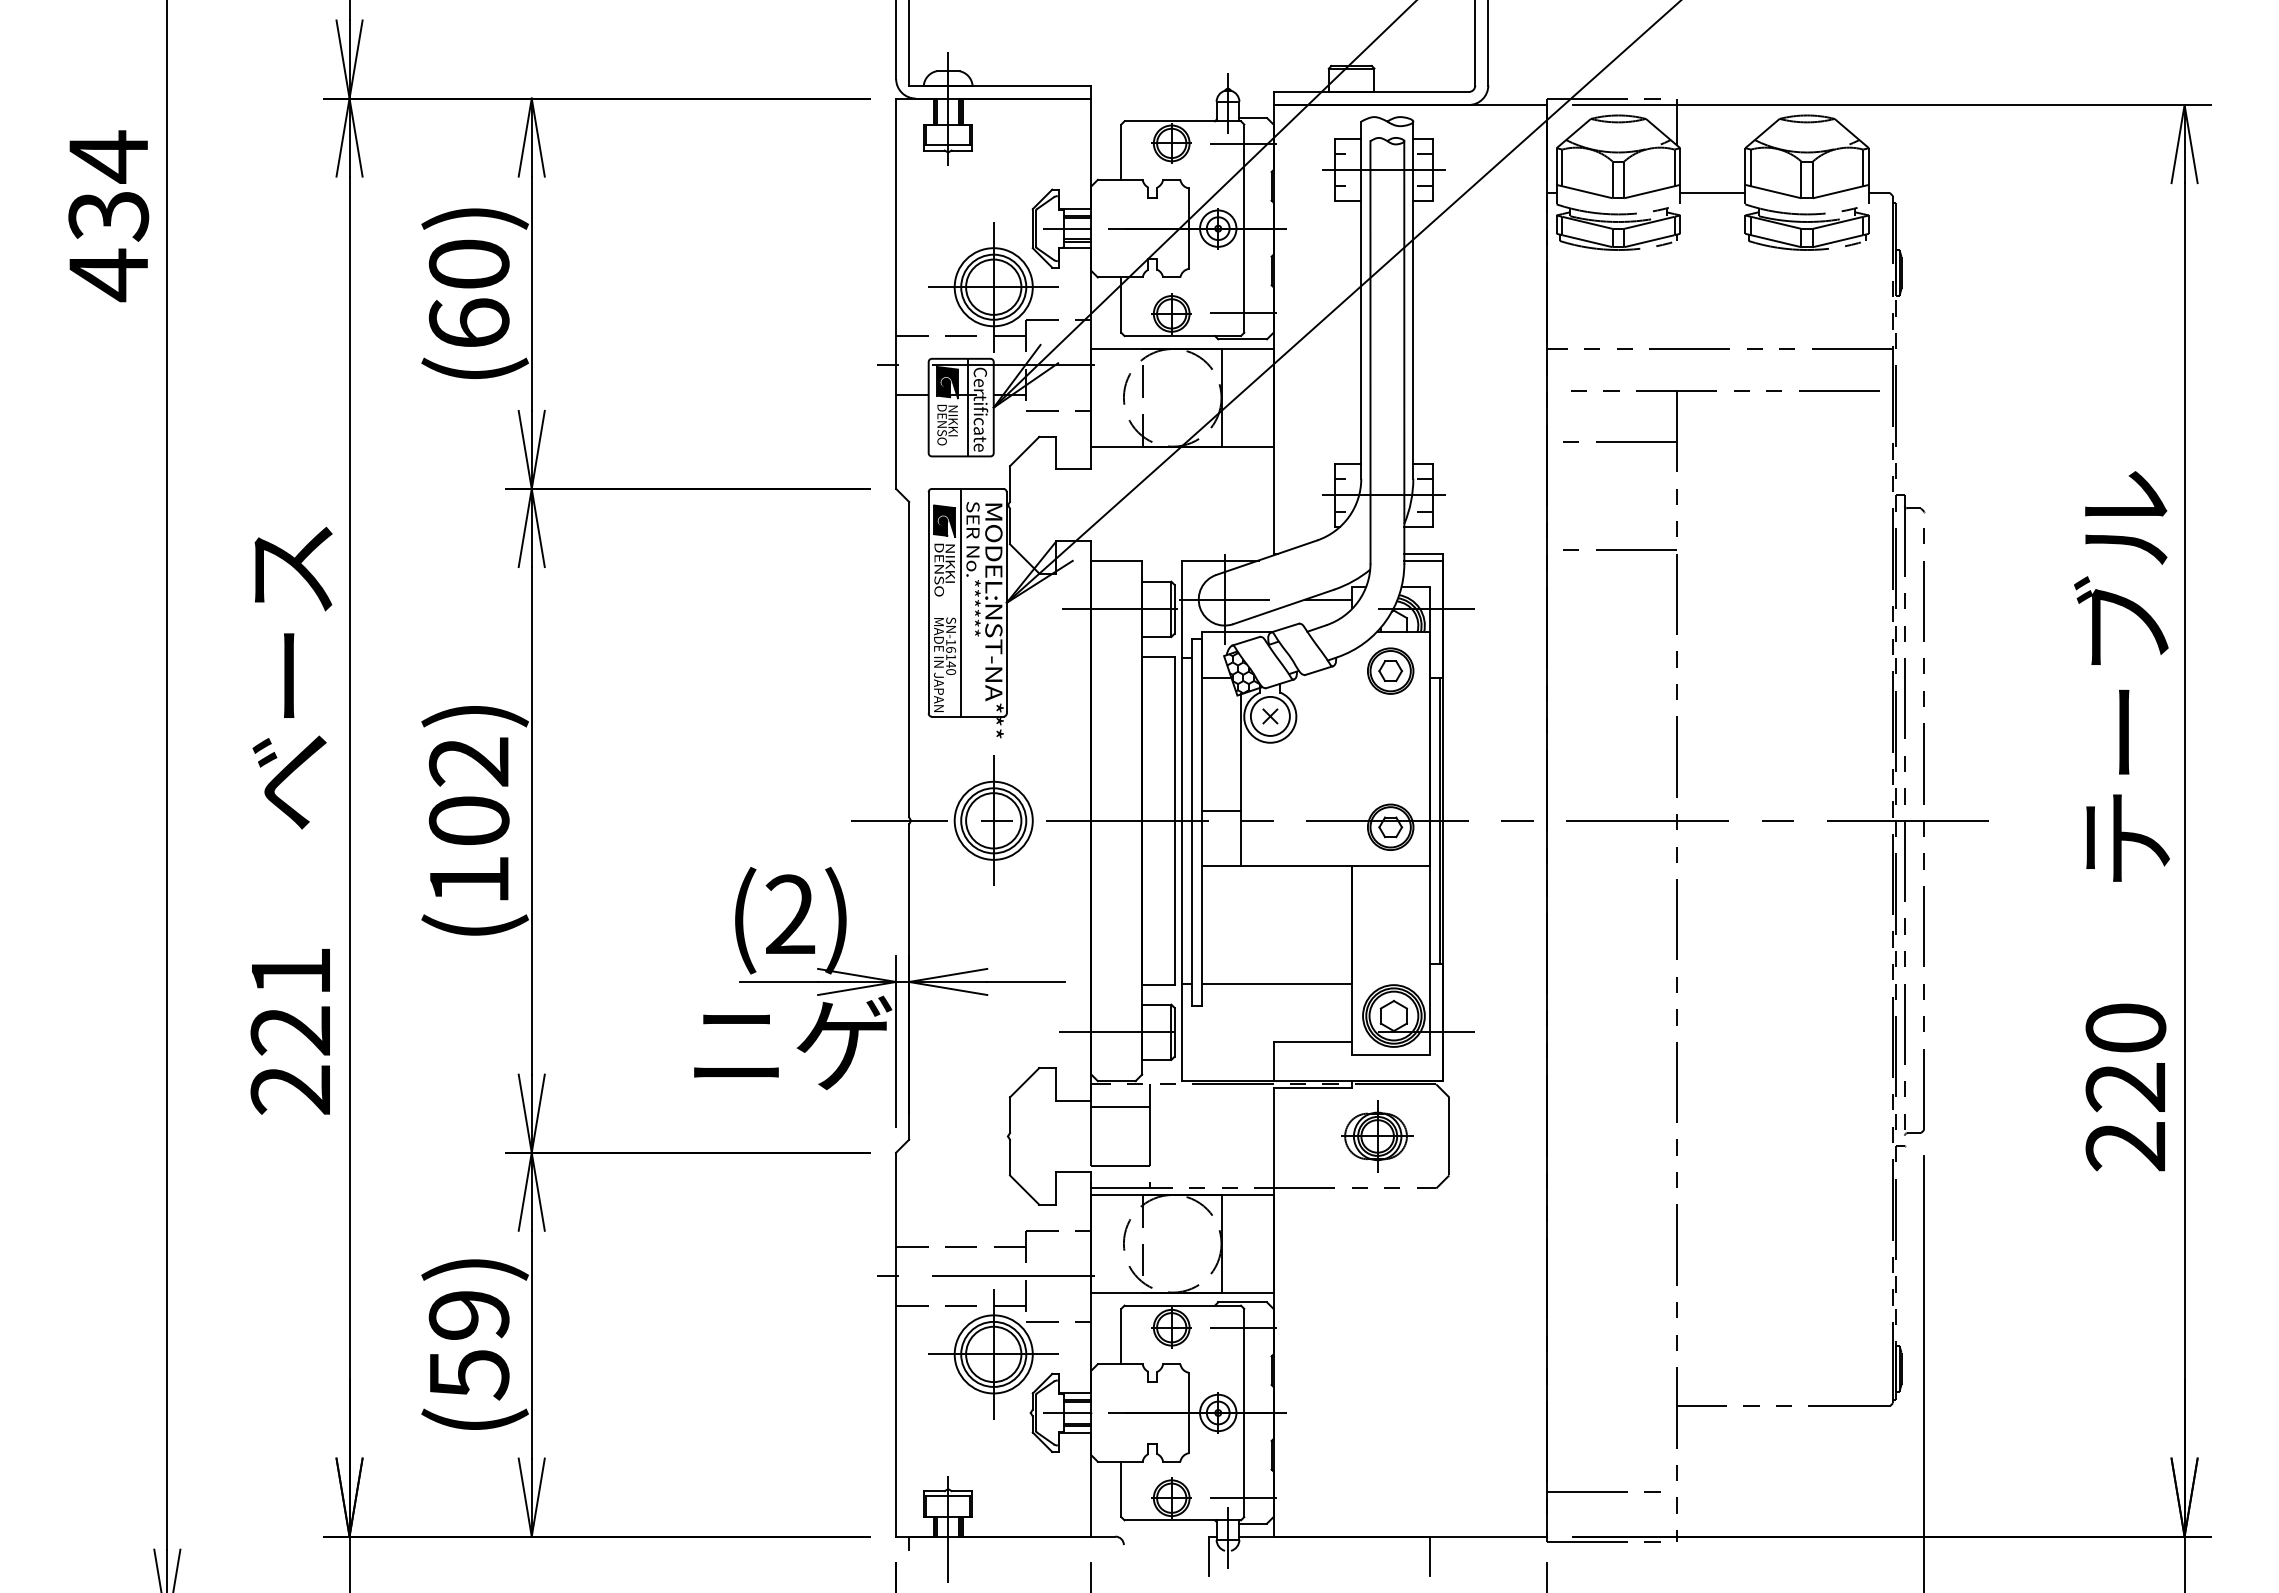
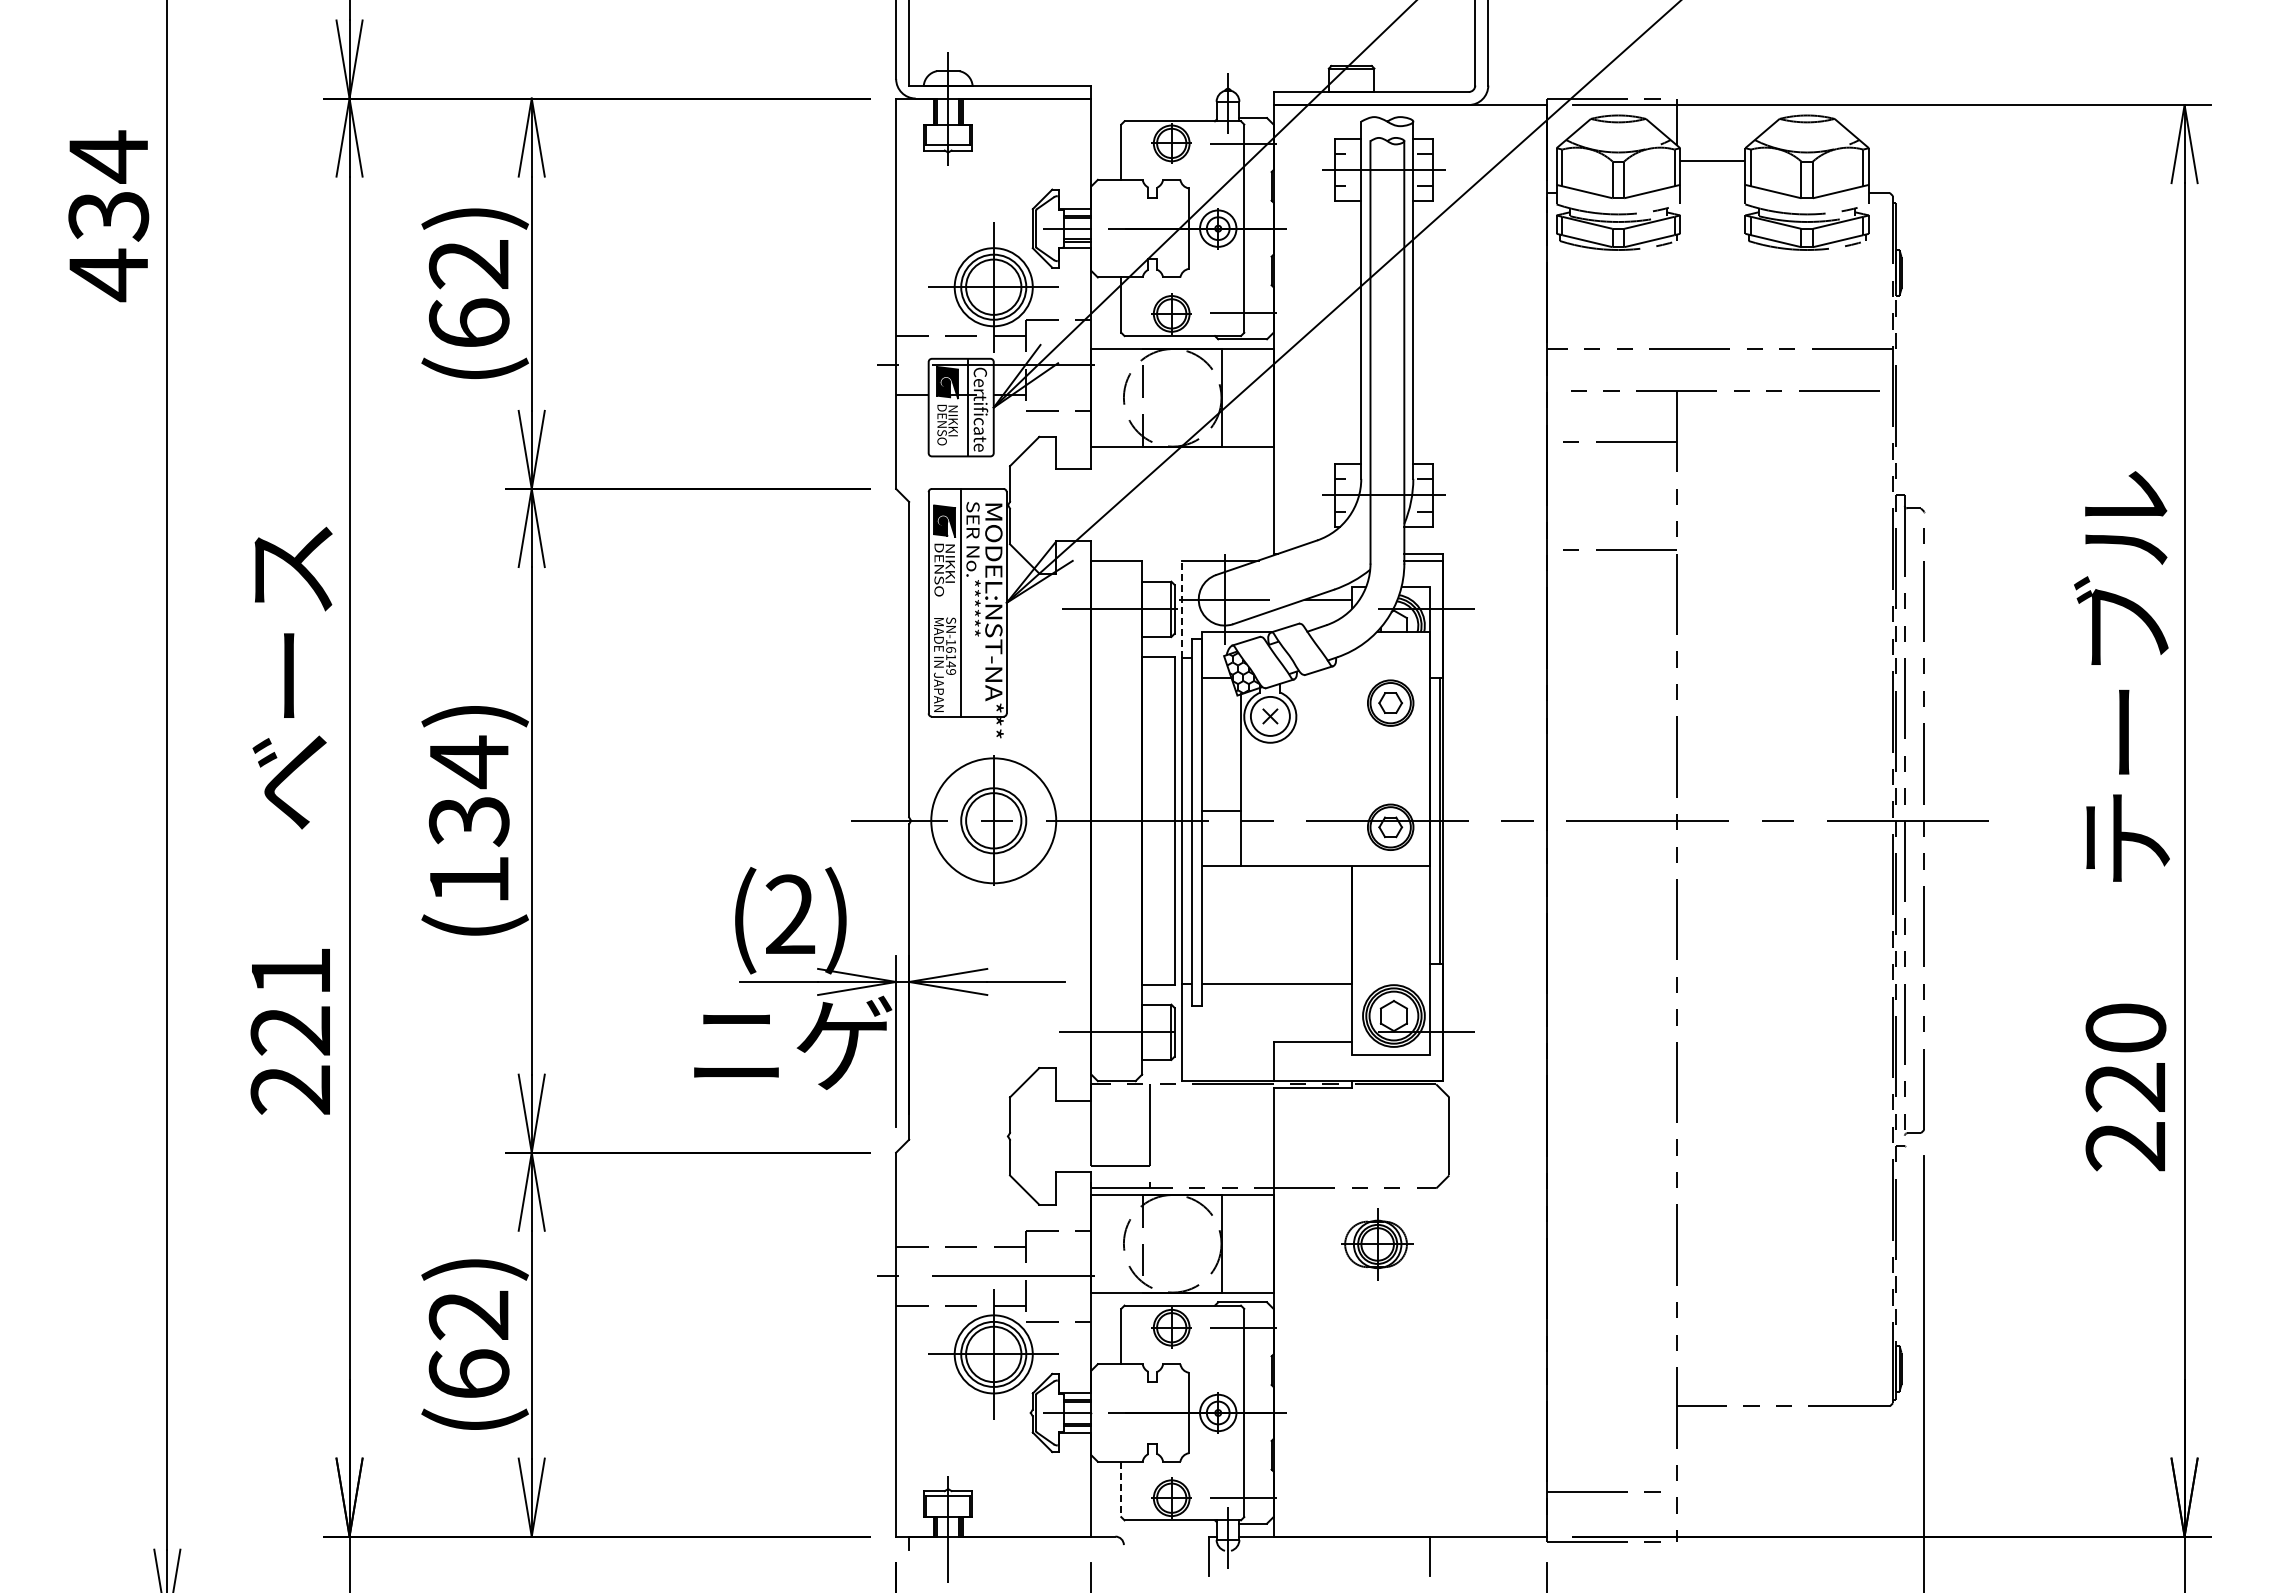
line at (1712, 192) position: (1712, 192) -> (1712, 160)
text at (468, 264): (60) -> (62)
line at (1182, 609): solid -> dashed
part at (1390, 670) position: (1390, 670) -> (1390, 702)
text at (950, 671): SN-16140 -> SN-16149
text at (468, 790): (102) -> (134)
circle at (993, 820) diameter: 78 px -> 125 px
line at (1120, 1107): present -> none
part at (1377, 1136) position: (1377, 1136) -> (1377, 1244)
text at (468, 1345): (59) -> (62)
line at (1121, 1489): solid -> dashed
